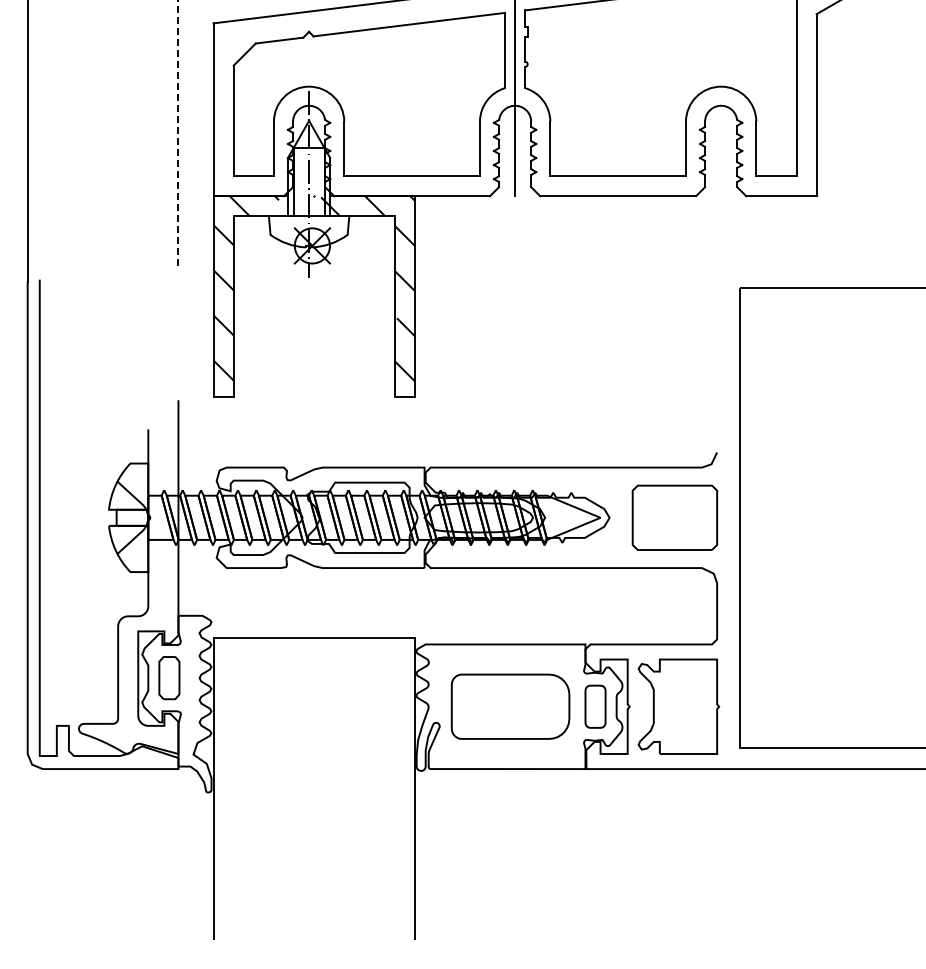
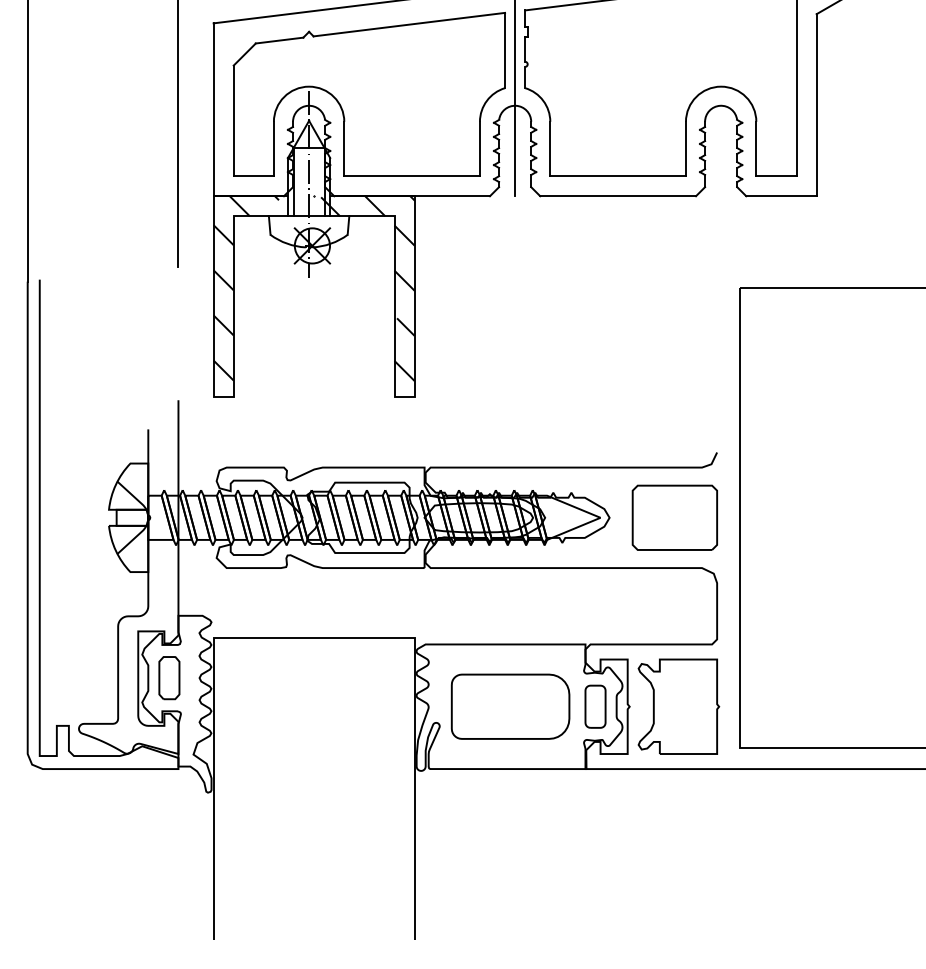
line at (178, 134): dashed -> solid
